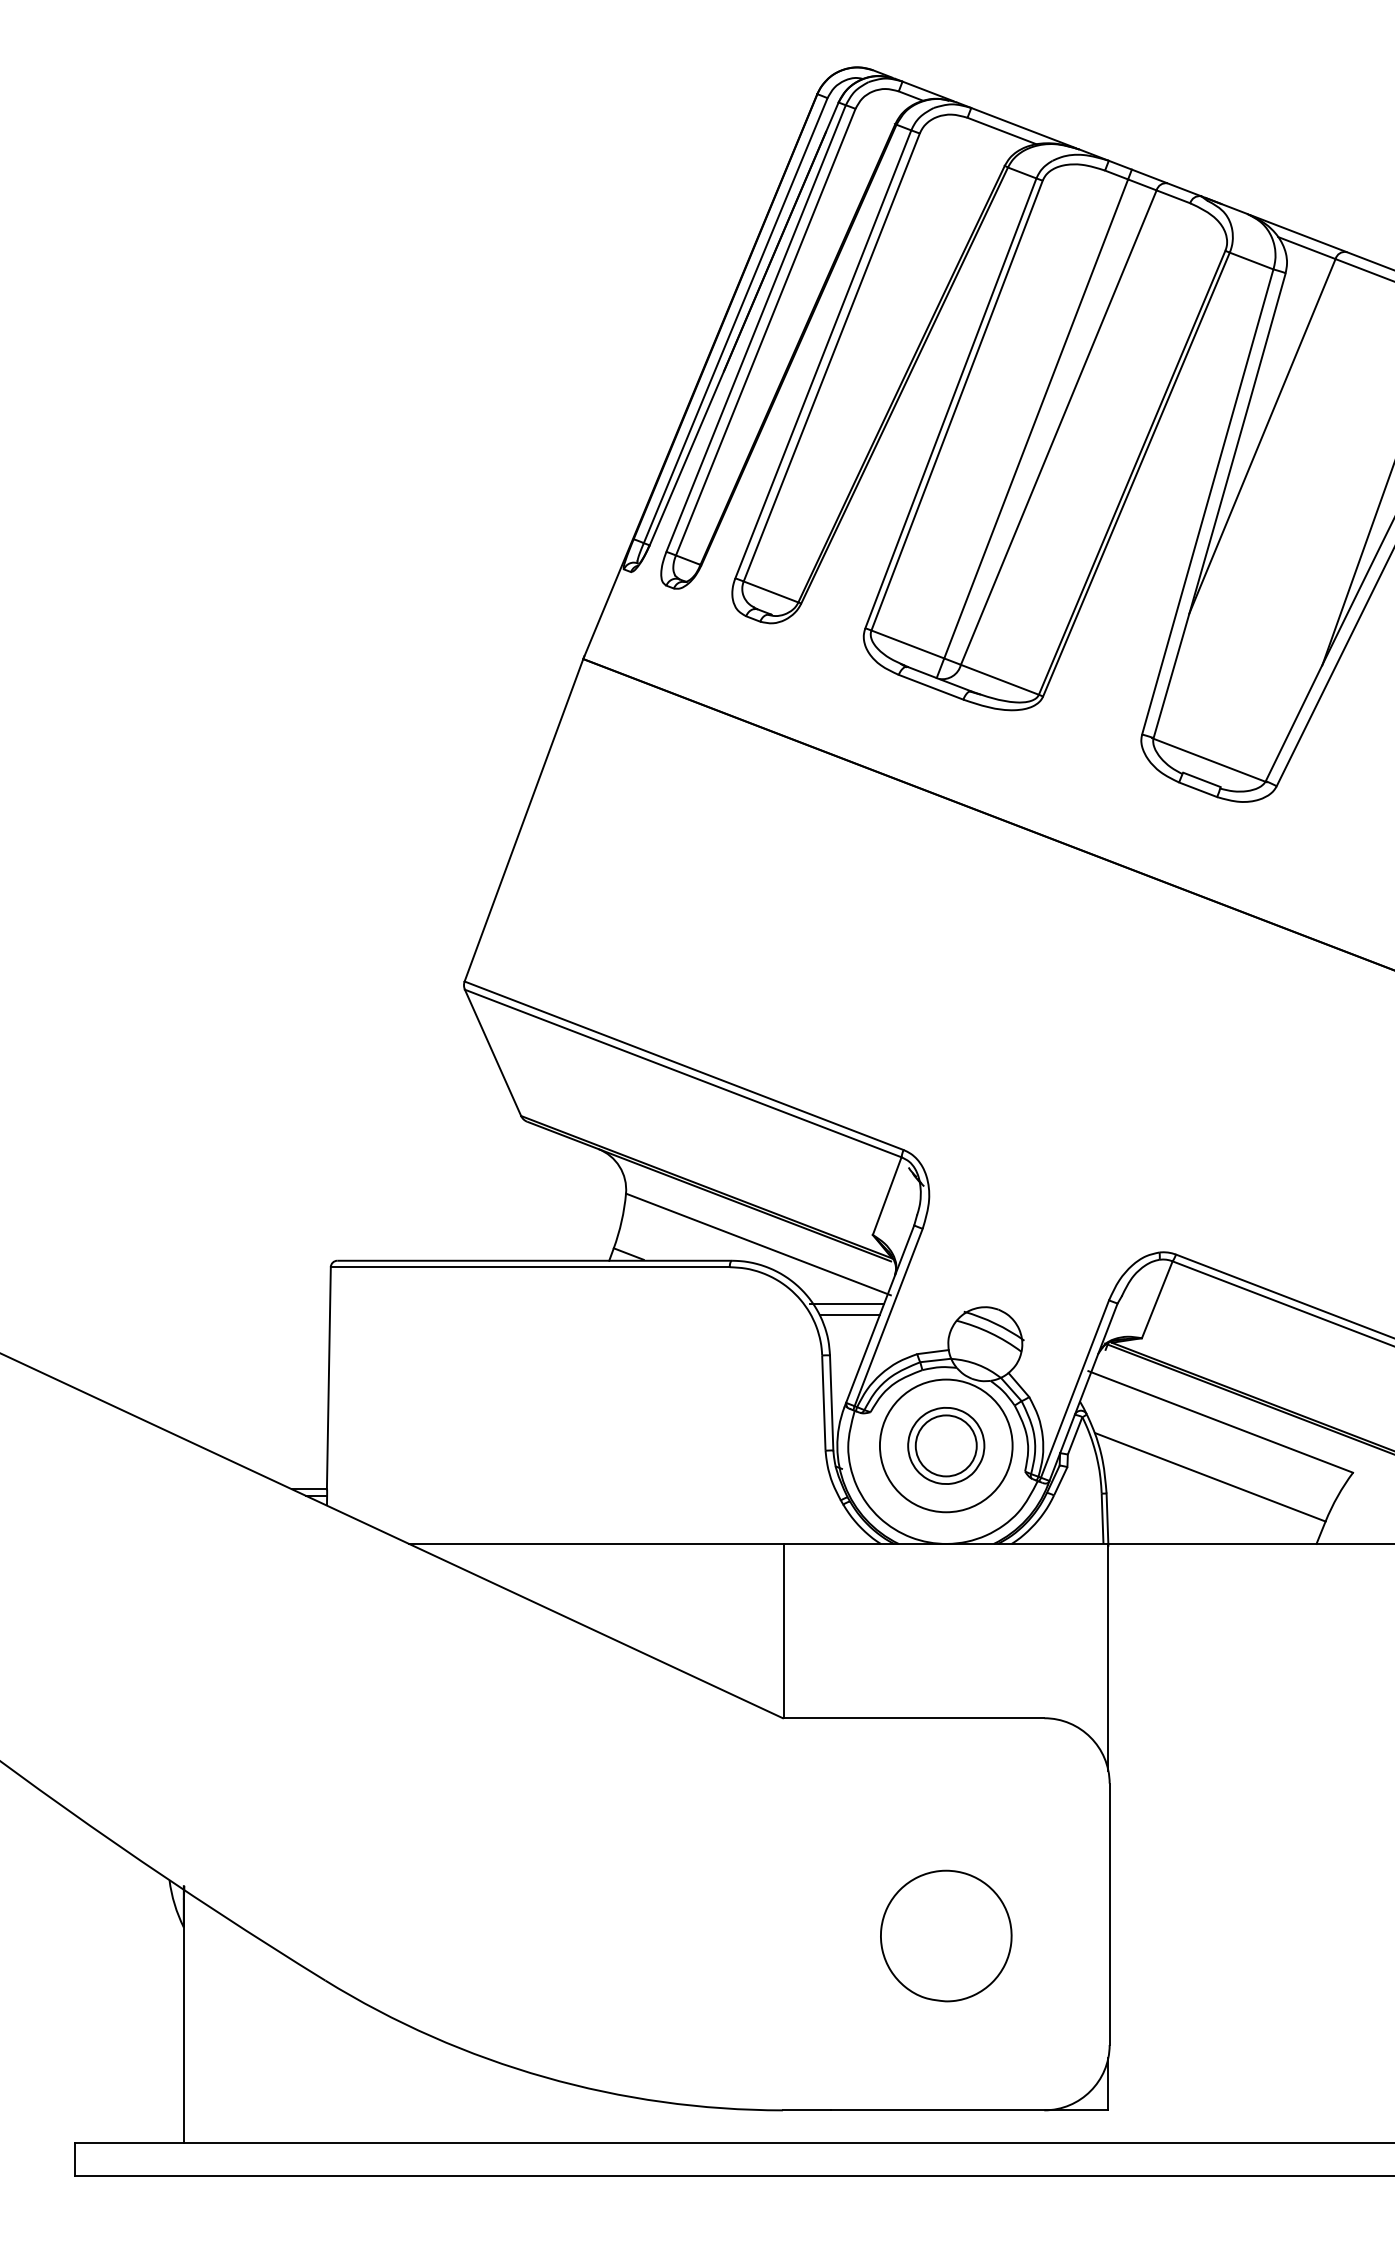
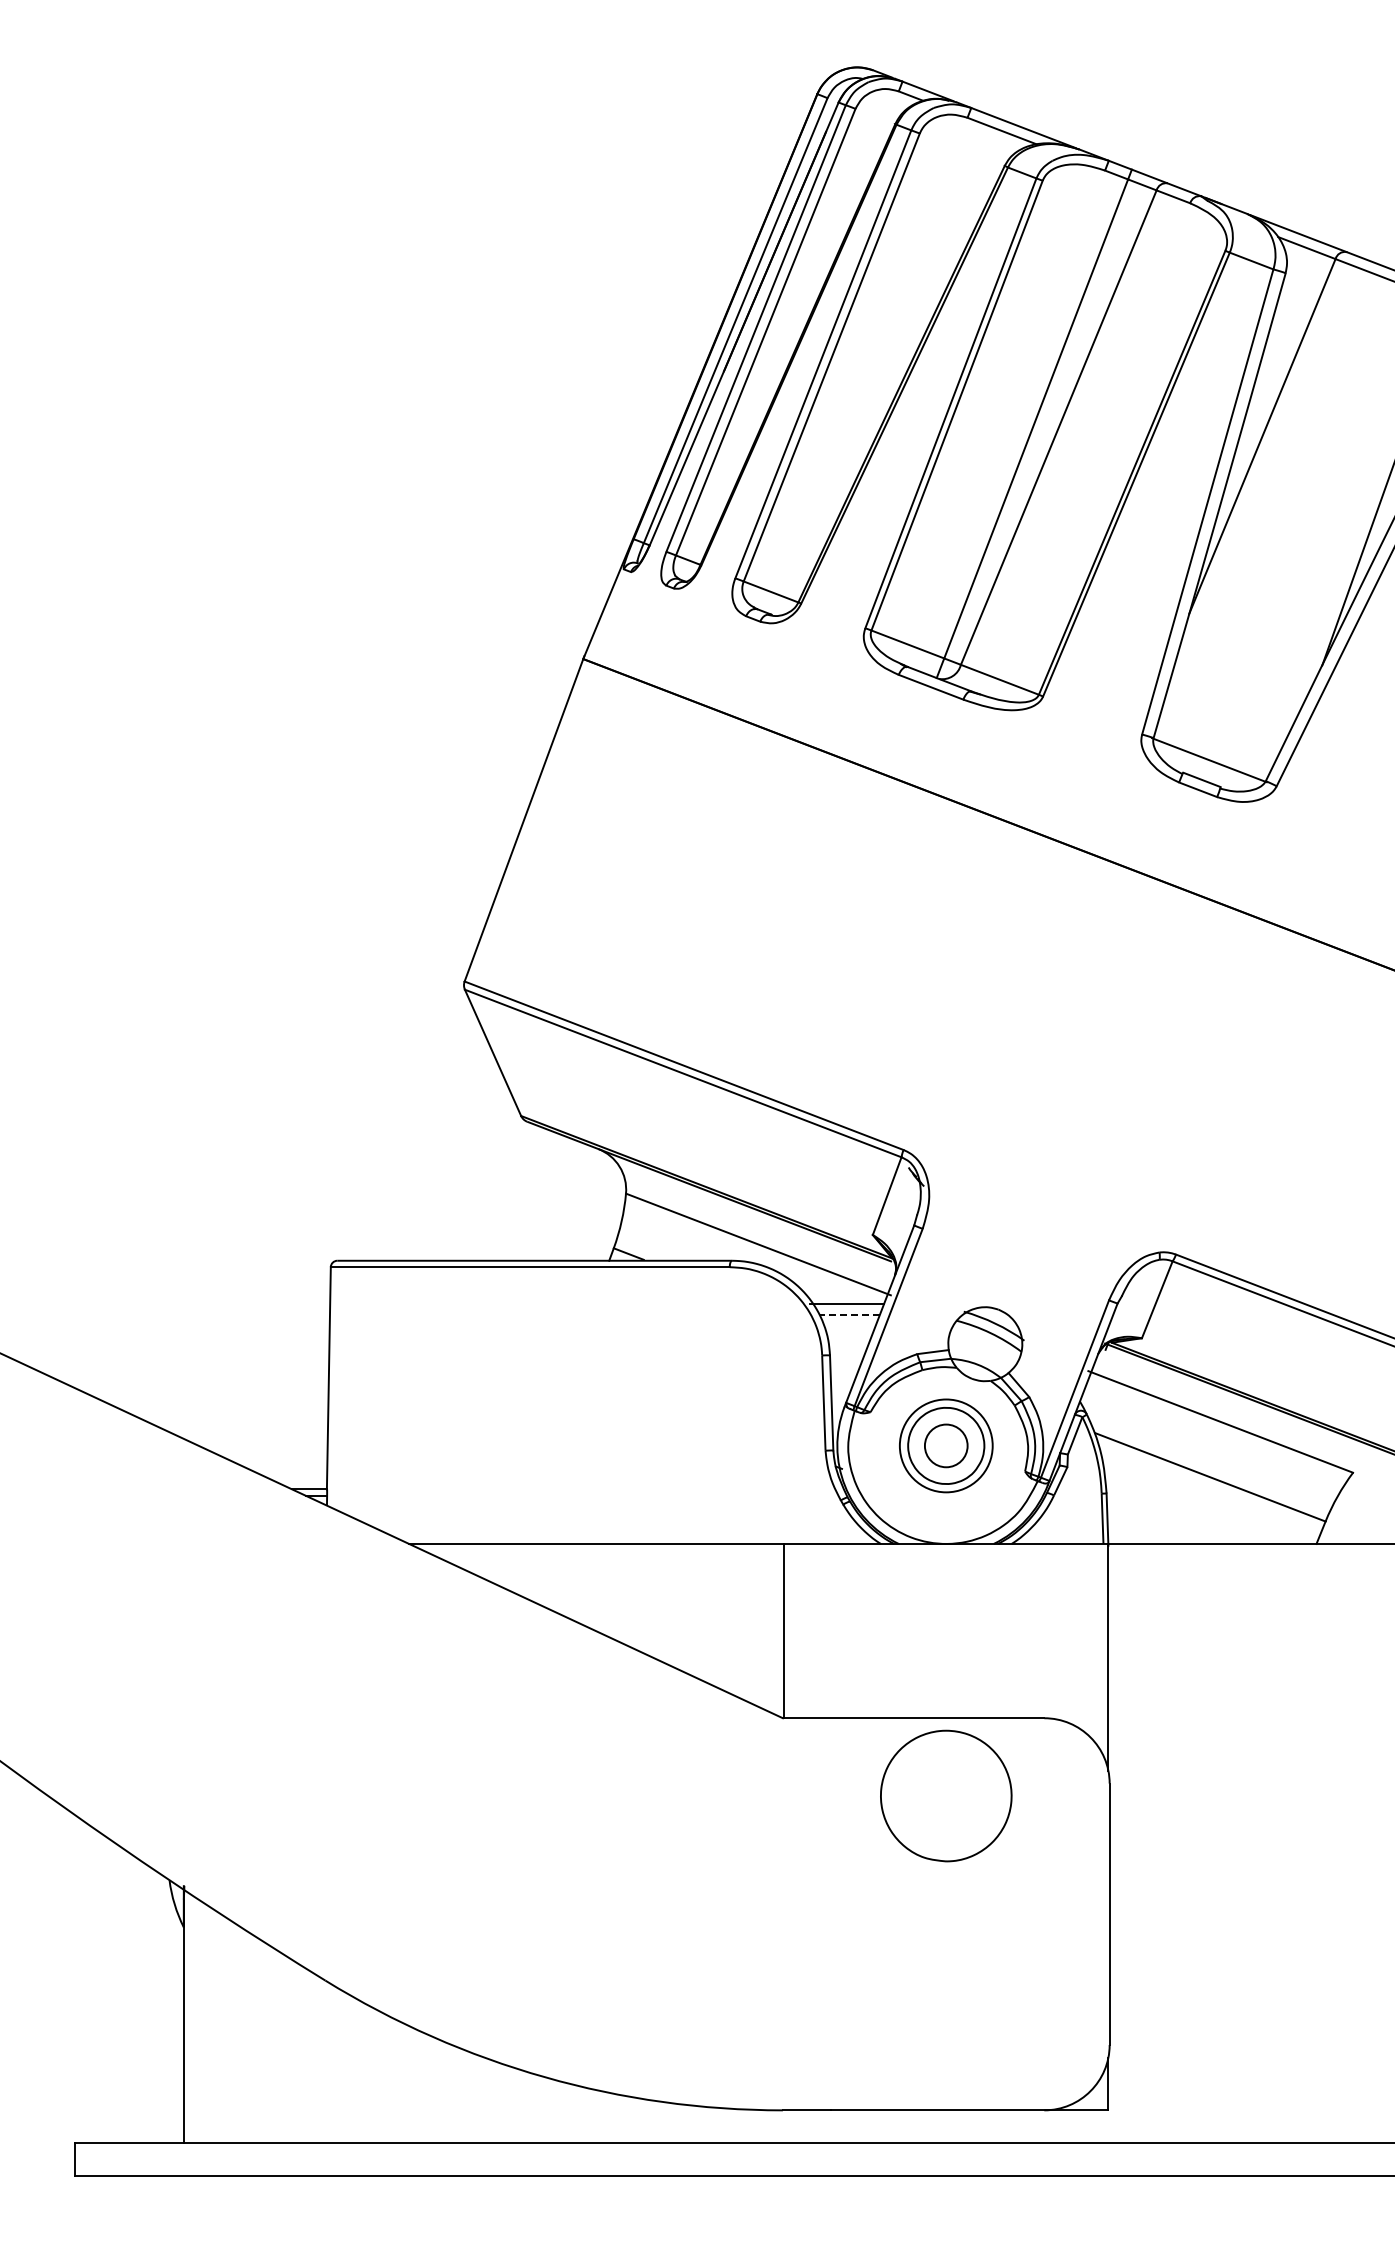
line at (849, 1314): solid -> dashed
circle at (945, 1445) diameter: 133 px -> 93 px
circle at (945, 1445) diameter: 61 px -> 43 px
part at (946, 1935) position: (946, 1935) -> (946, 1795)
